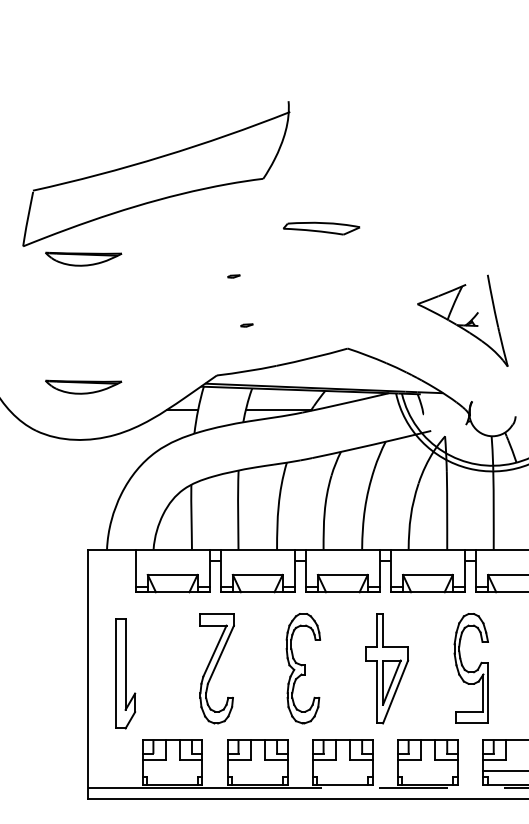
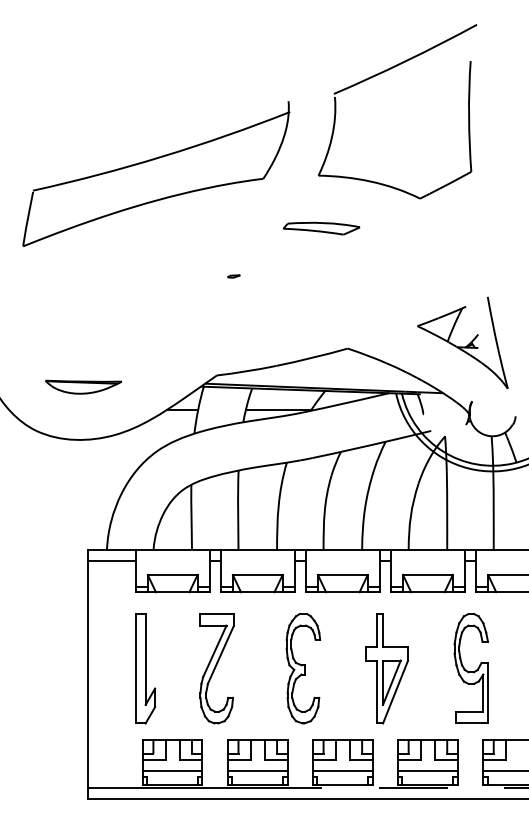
part at (378, 75): none -> present
part at (83, 258): present -> none
part at (462, 320) position: (462, 320) -> (462, 342)
part at (246, 325): present -> none
line at (111, 561): none -> present
part at (125, 673) position: (125, 673) -> (145, 668)
line at (172, 770): none -> present
line at (257, 770): none -> present
line at (342, 770): none -> present
line at (427, 770): none -> present
